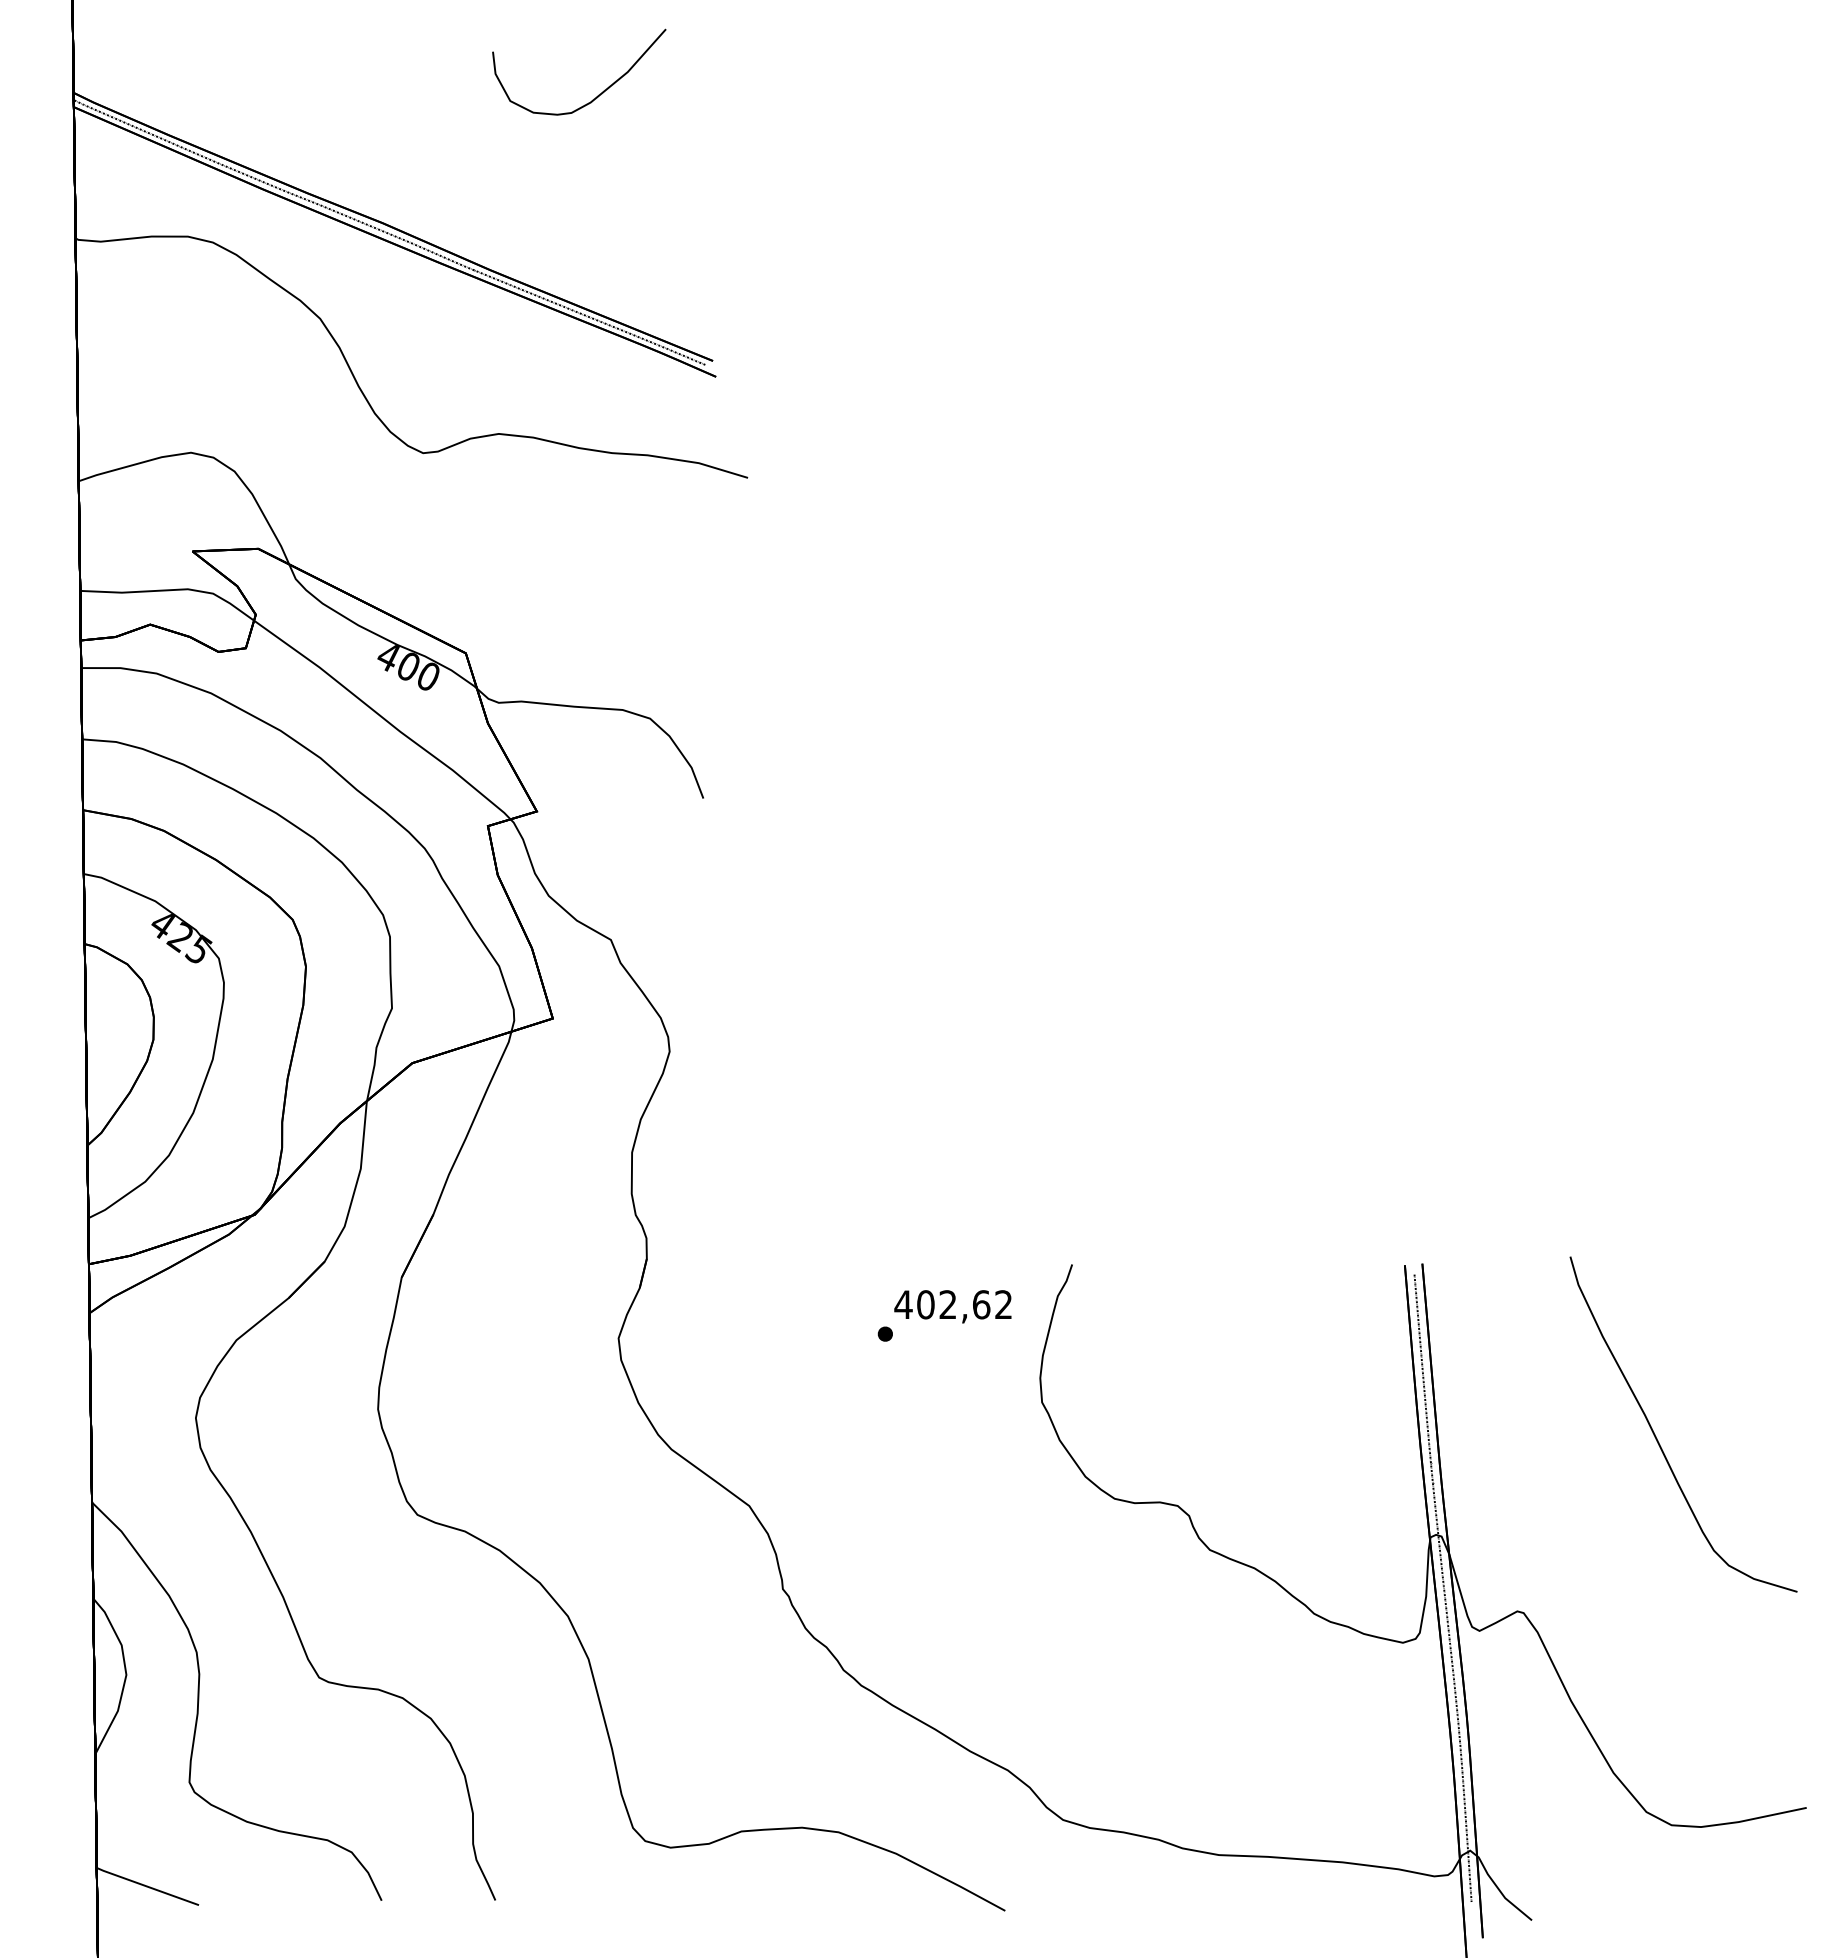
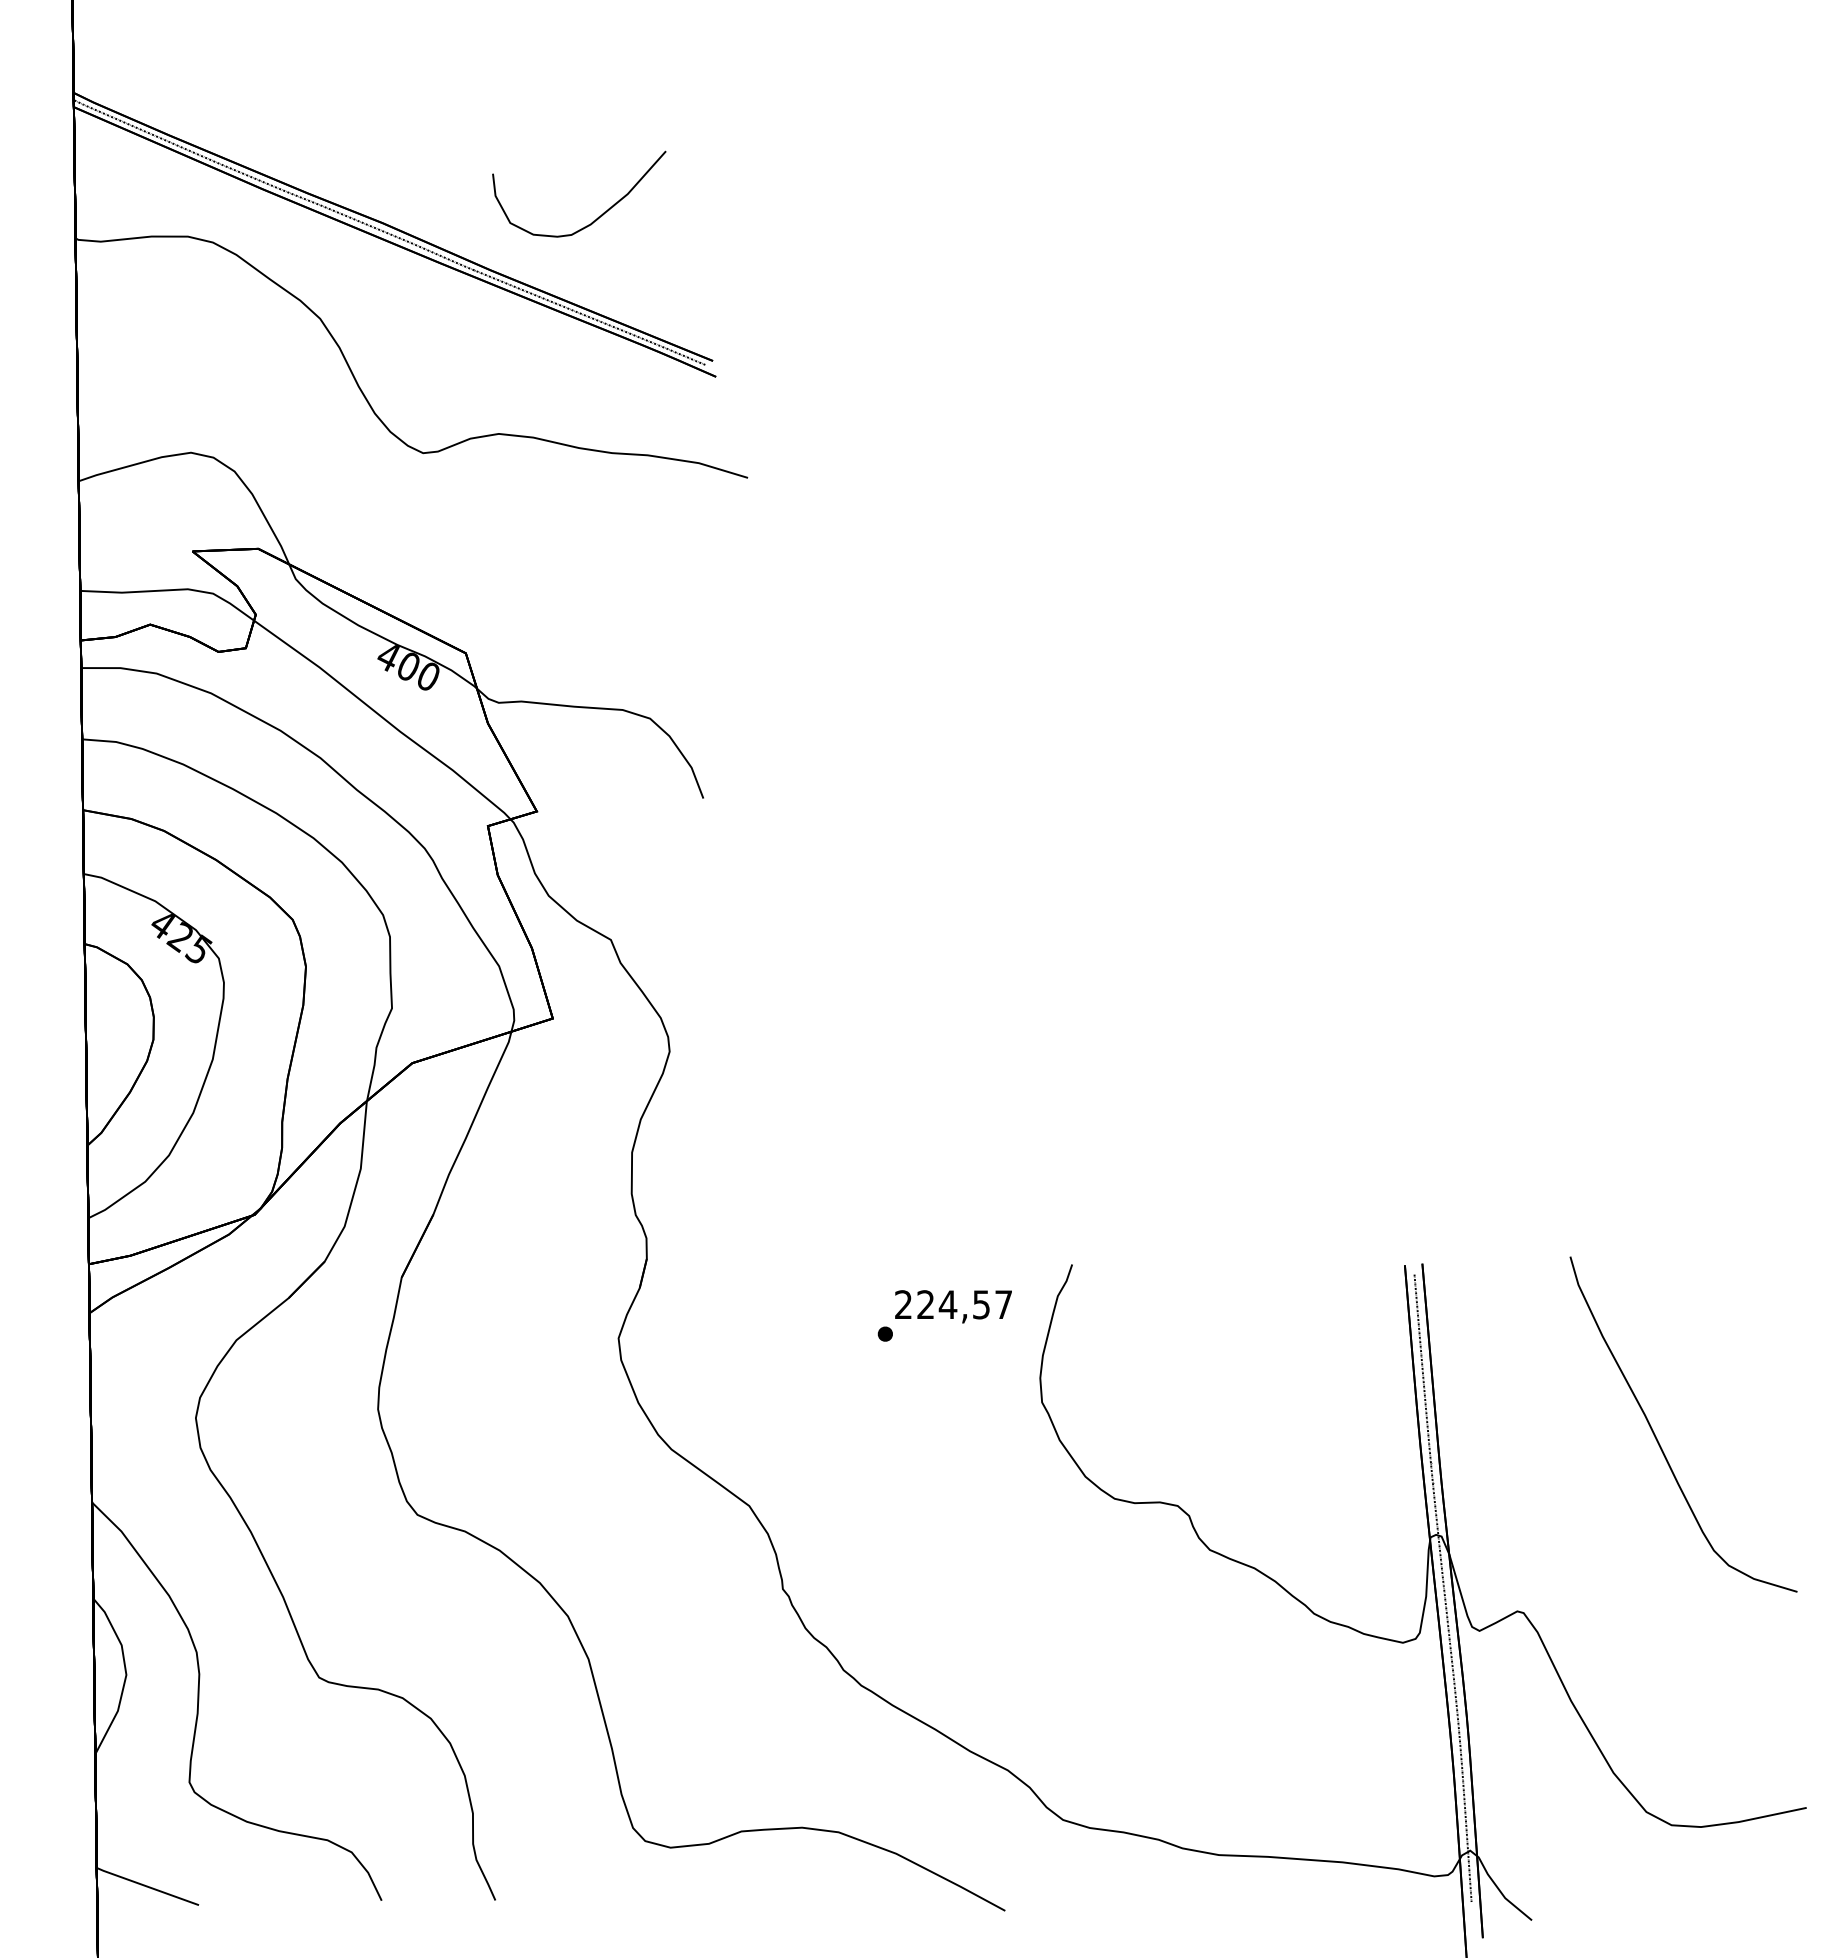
part at (598, 94) position: (598, 94) -> (598, 216)
text at (952, 1304): 402,62 -> 224,57
